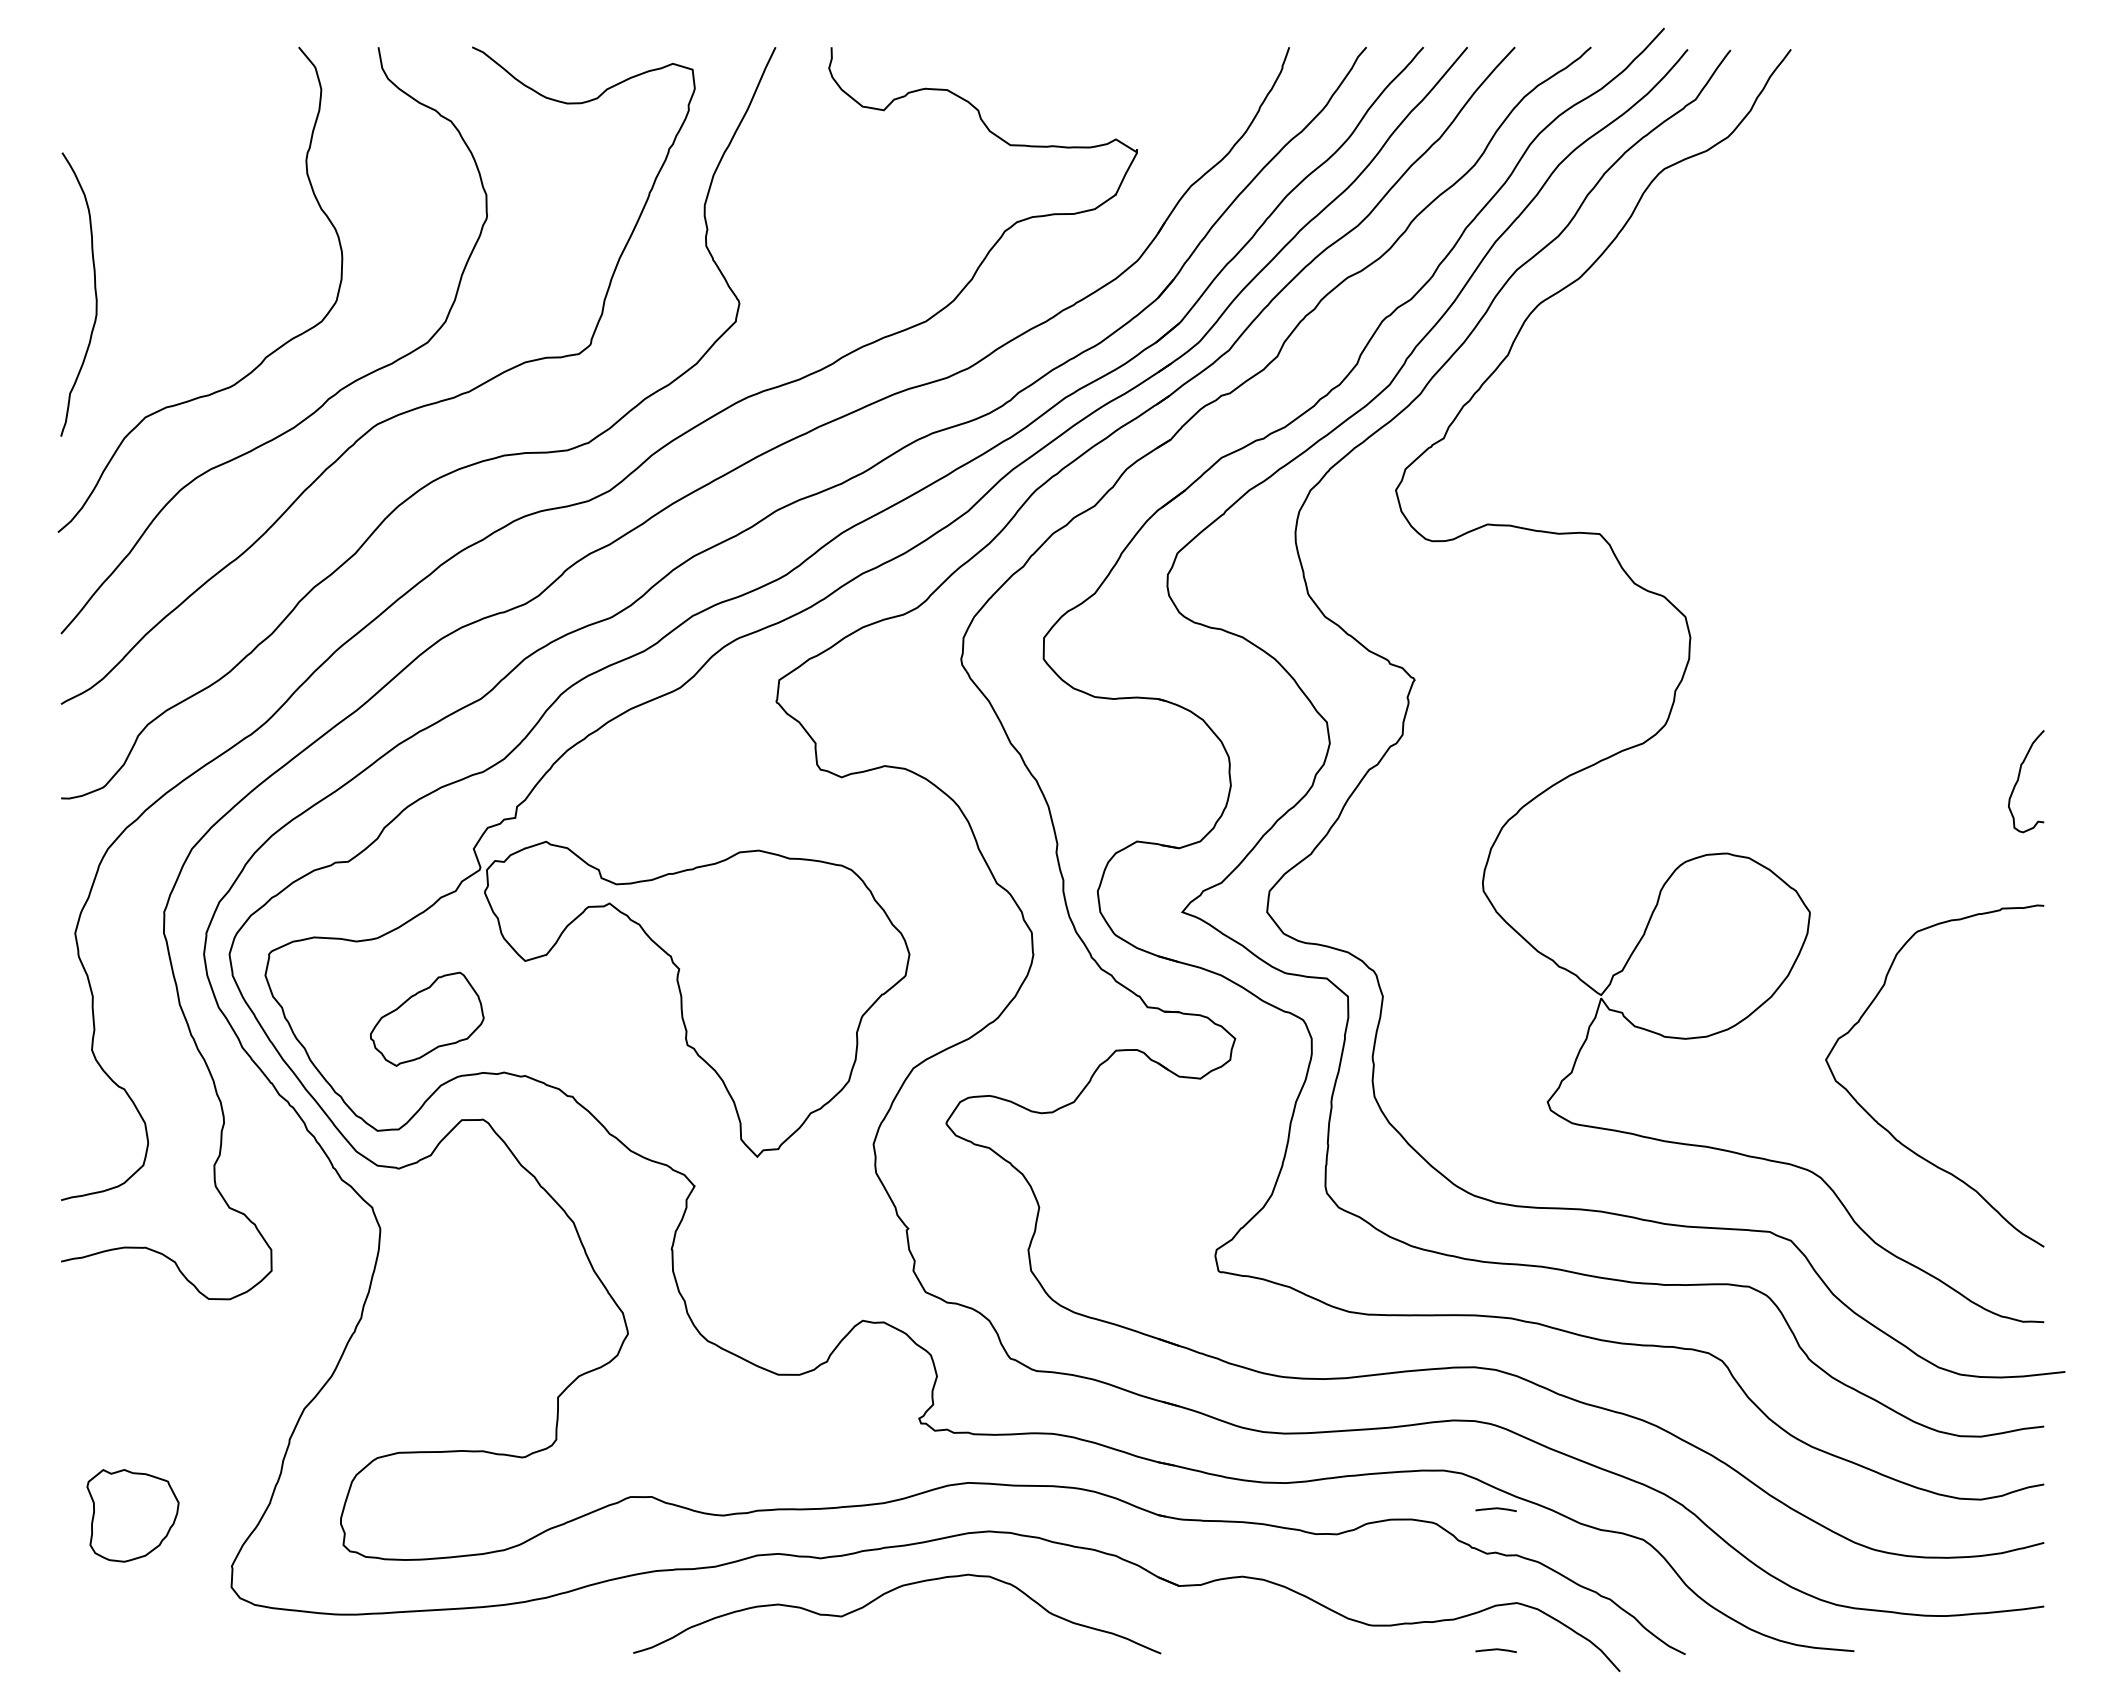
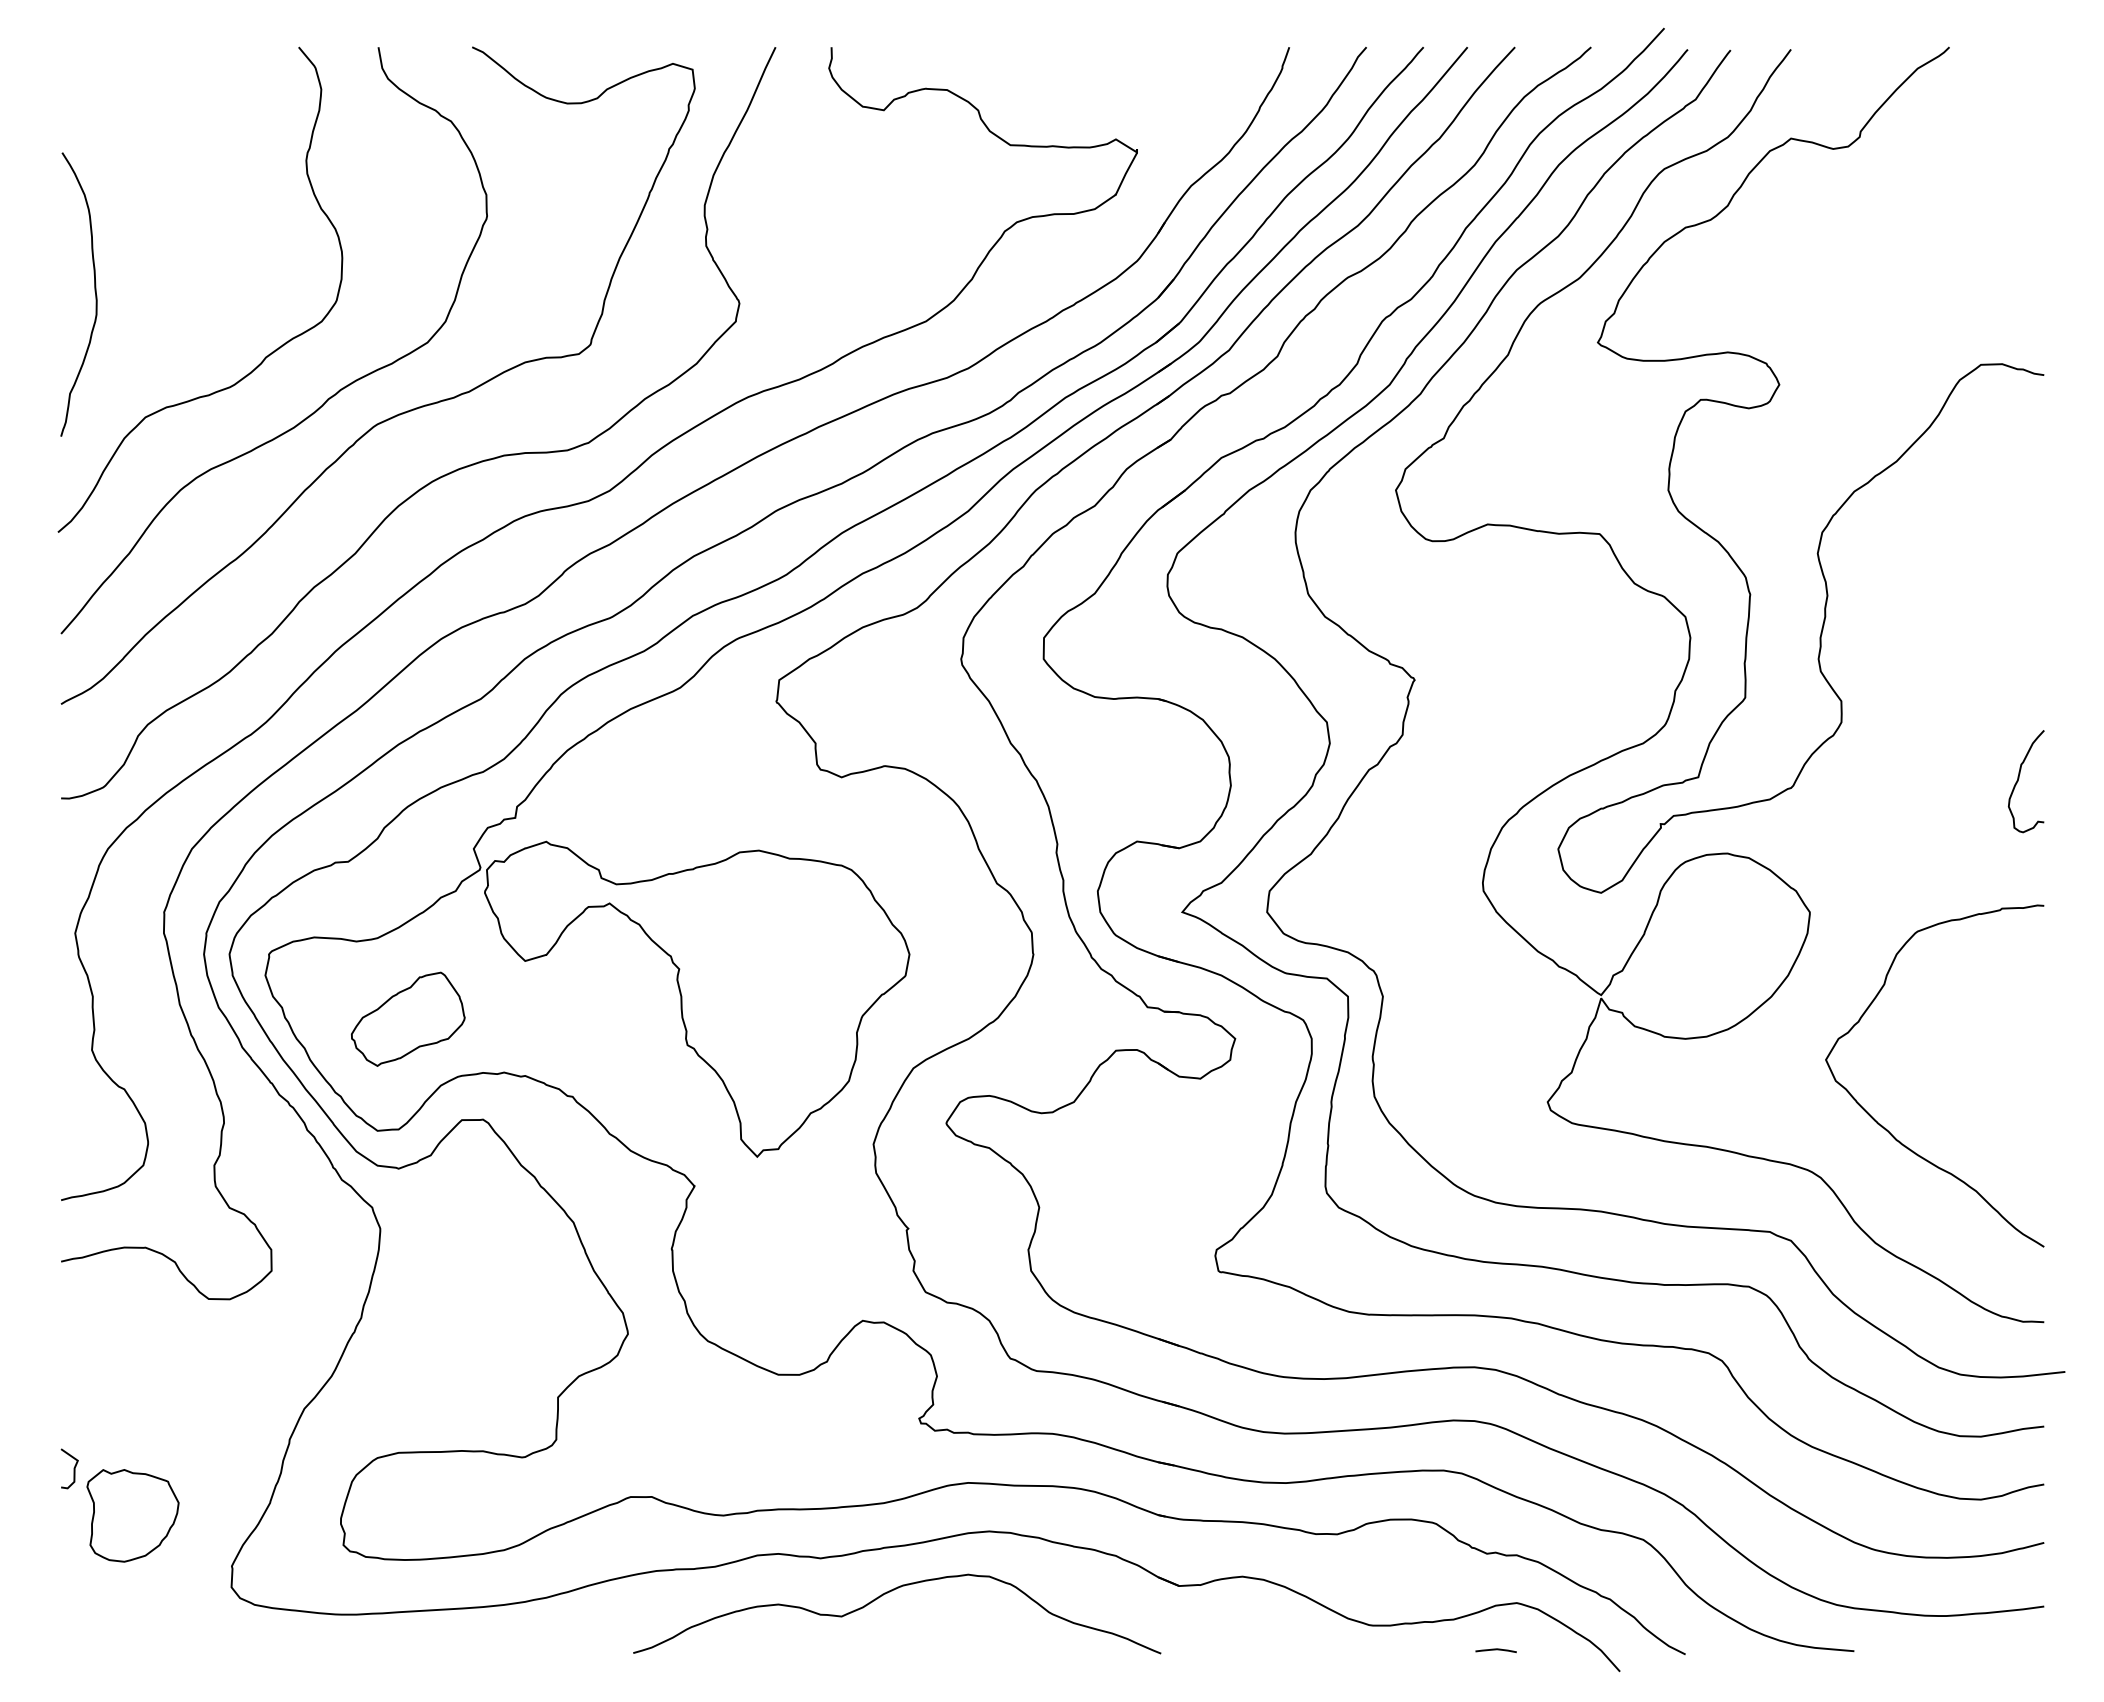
curve at (1842, 503): none -> present
part at (427, 1018) position: (427, 1018) -> (408, 1018)
curve at (73, 1468): none -> present
line at (1495, 1509): present -> none
